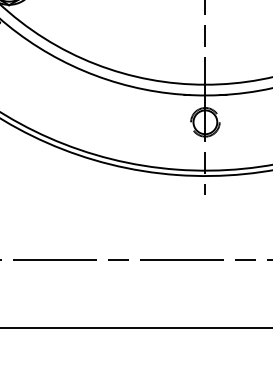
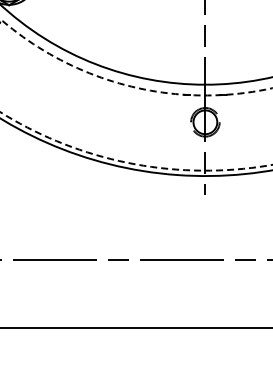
arc at (128, 85): solid -> dashed
arc at (130, 163): solid -> dashed
